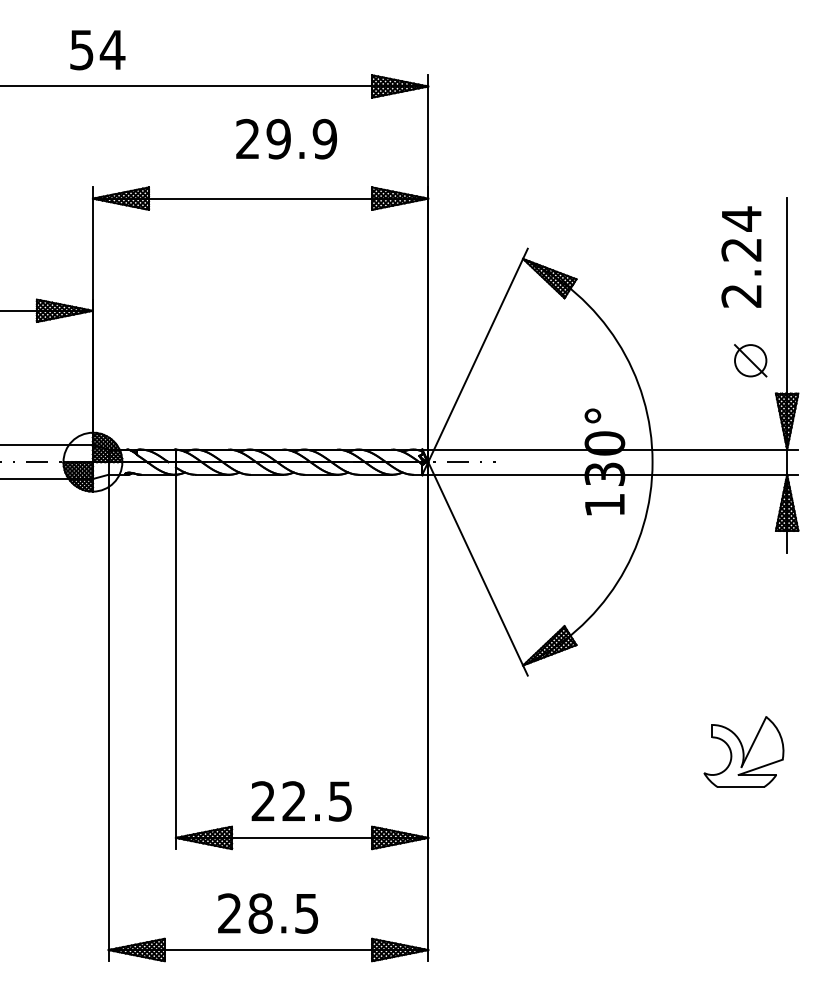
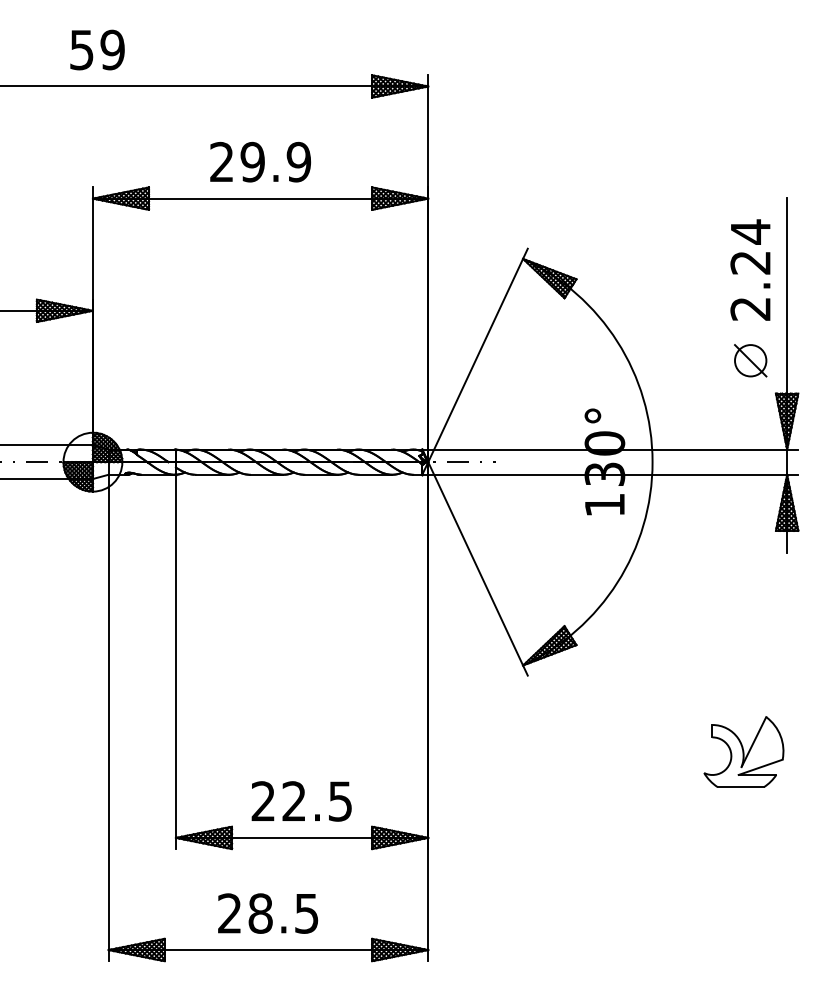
text at (112, 49): 54 -> 59
text at (286, 138) position: (286, 138) -> (260, 161)
text at (741, 256) position: (741, 256) -> (750, 269)
